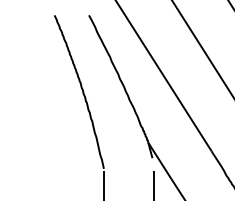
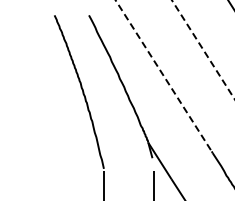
line at (203, 50): solid -> dashed
line at (164, 76): solid -> dashed
